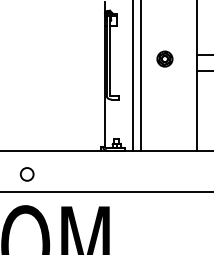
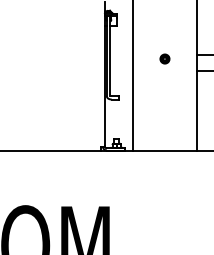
part at (164, 58) size: 18x18 px -> 12x12 px
line at (141, 76): present -> none
circle at (26, 174): present -> none
line at (106, 191): present -> none
